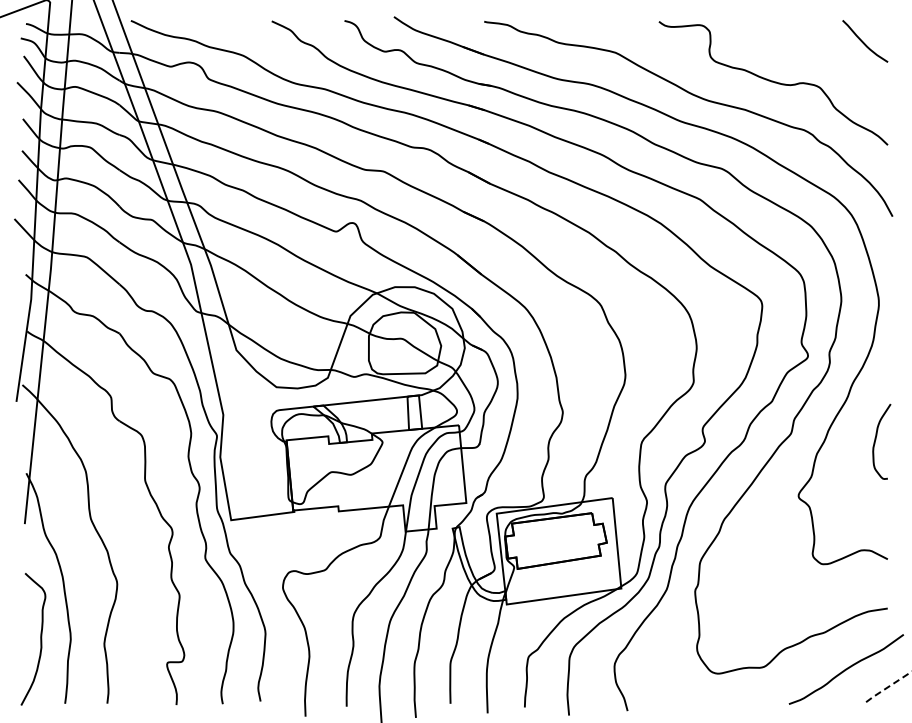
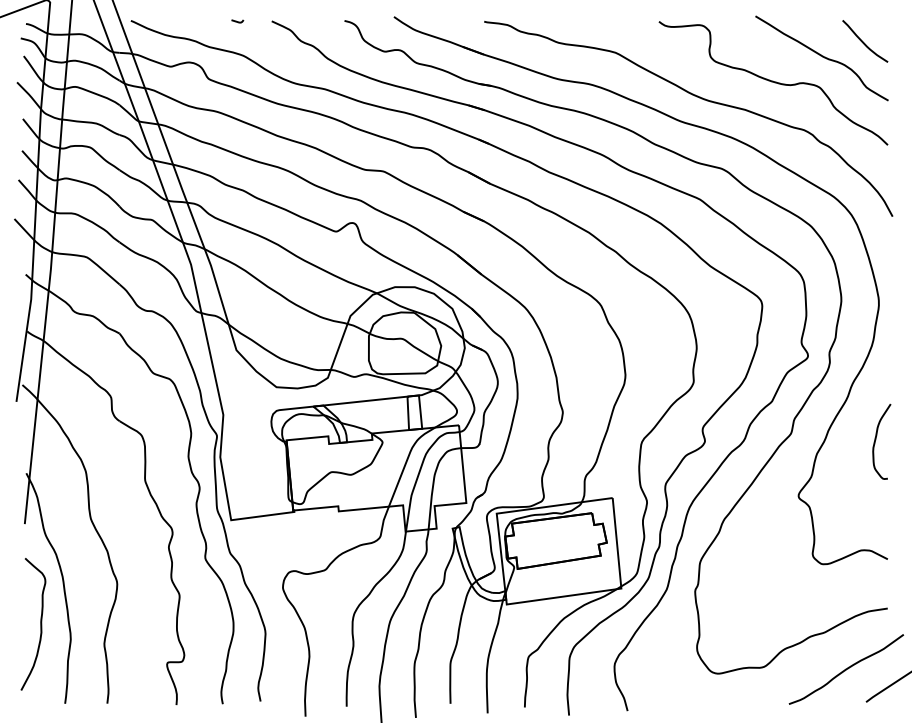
line at (237, 21): none -> present
curve at (822, 57): none -> present
curve at (40, 639) position: (40, 639) -> (40, 624)
line at (888, 686): dashed -> solid
